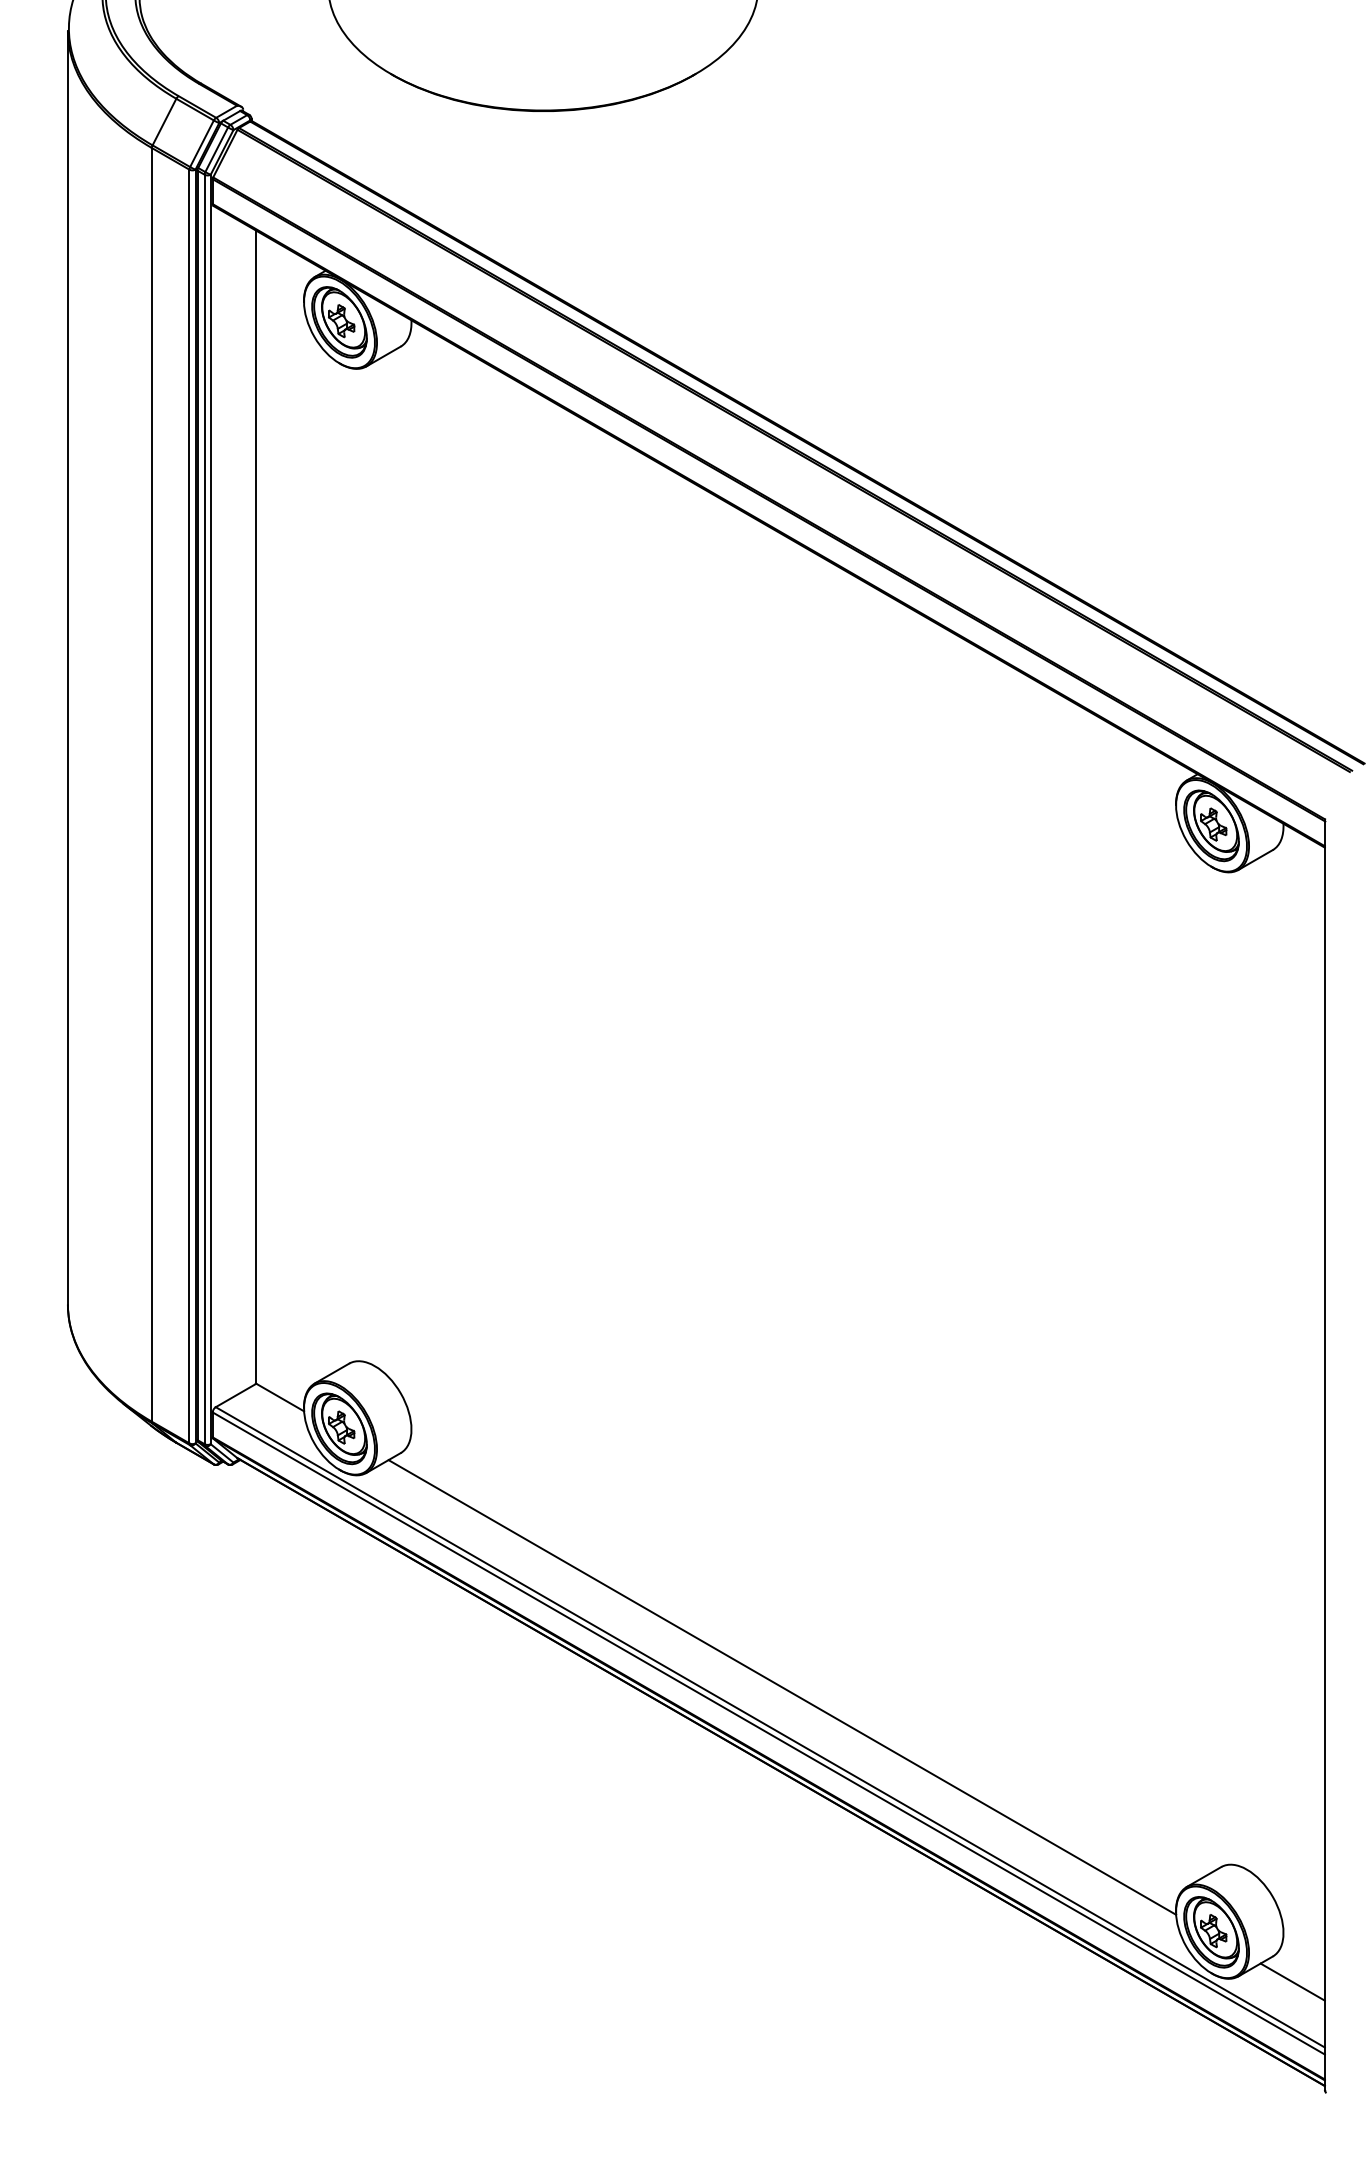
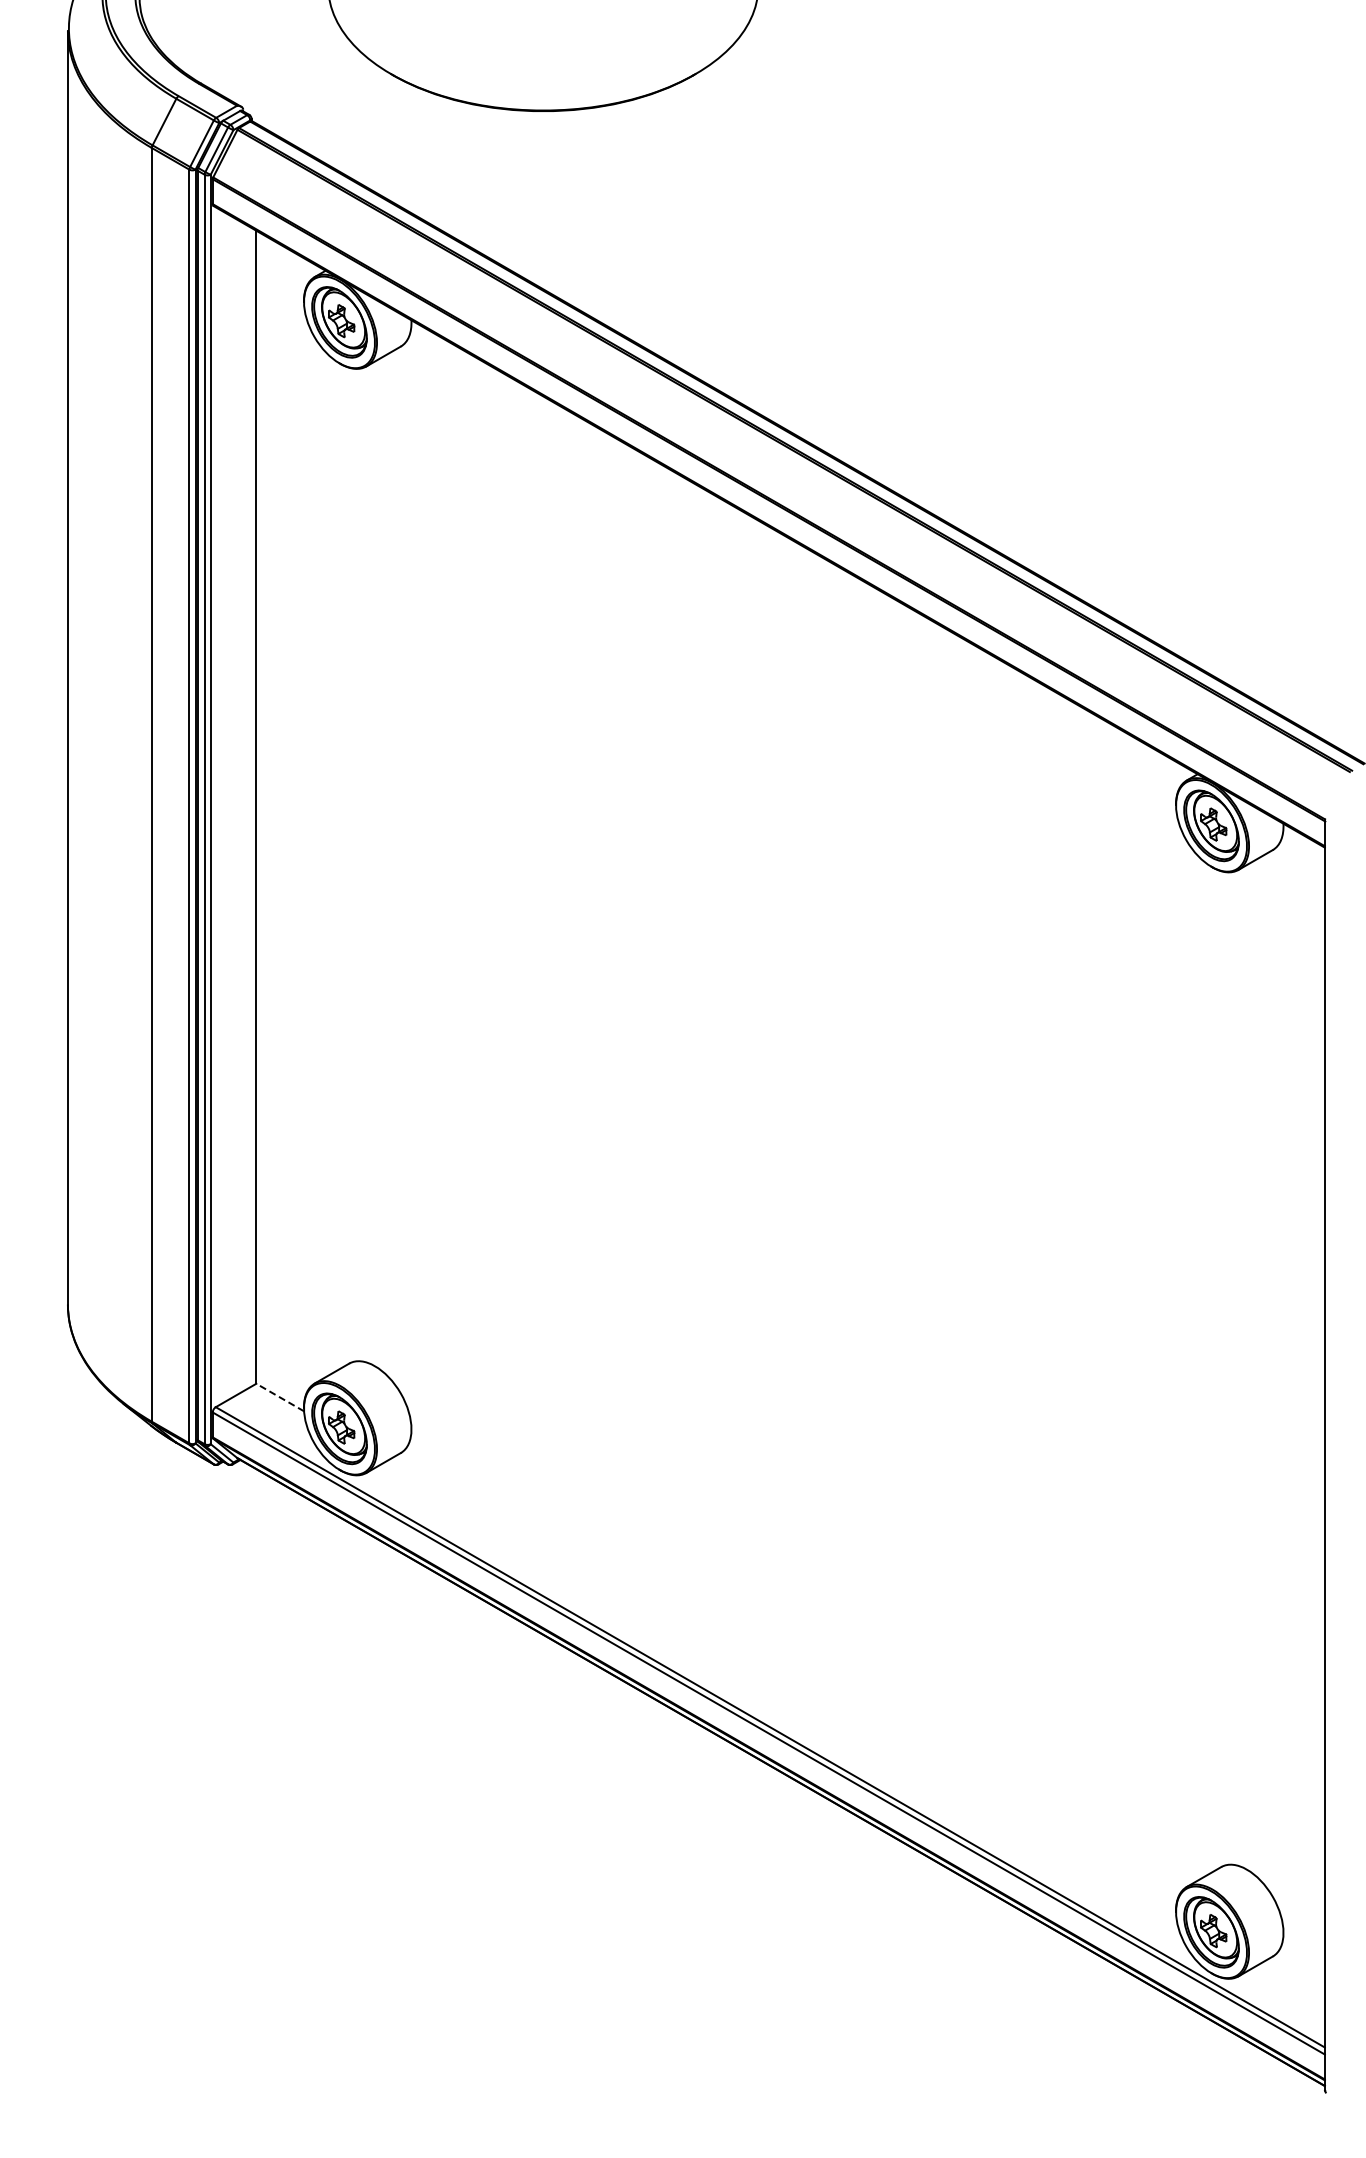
line at (279, 1397): solid -> dashed
line at (782, 1687): present -> none
line at (1292, 1981): present -> none
